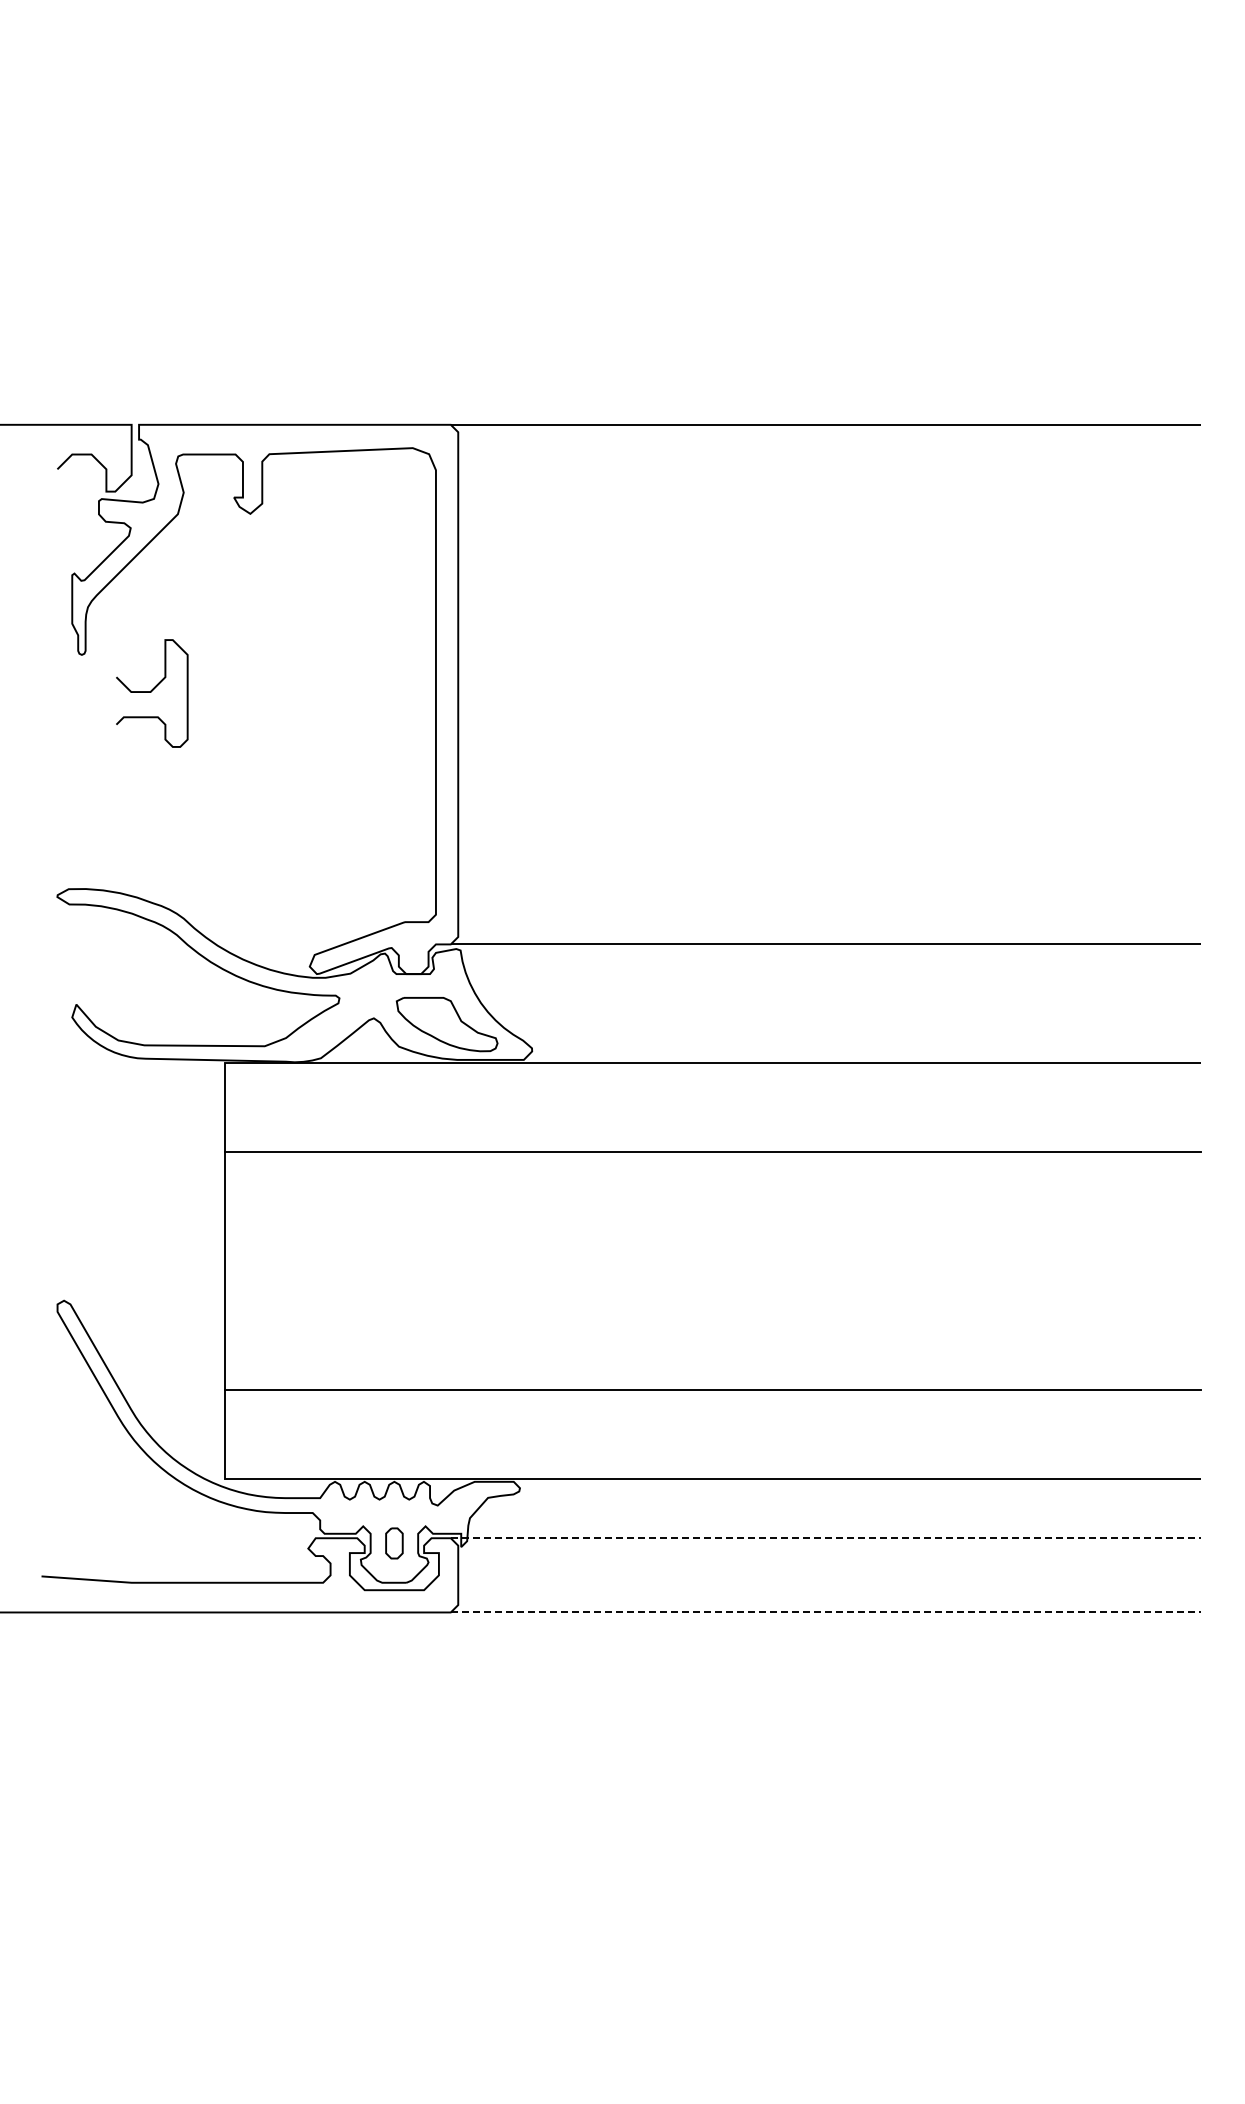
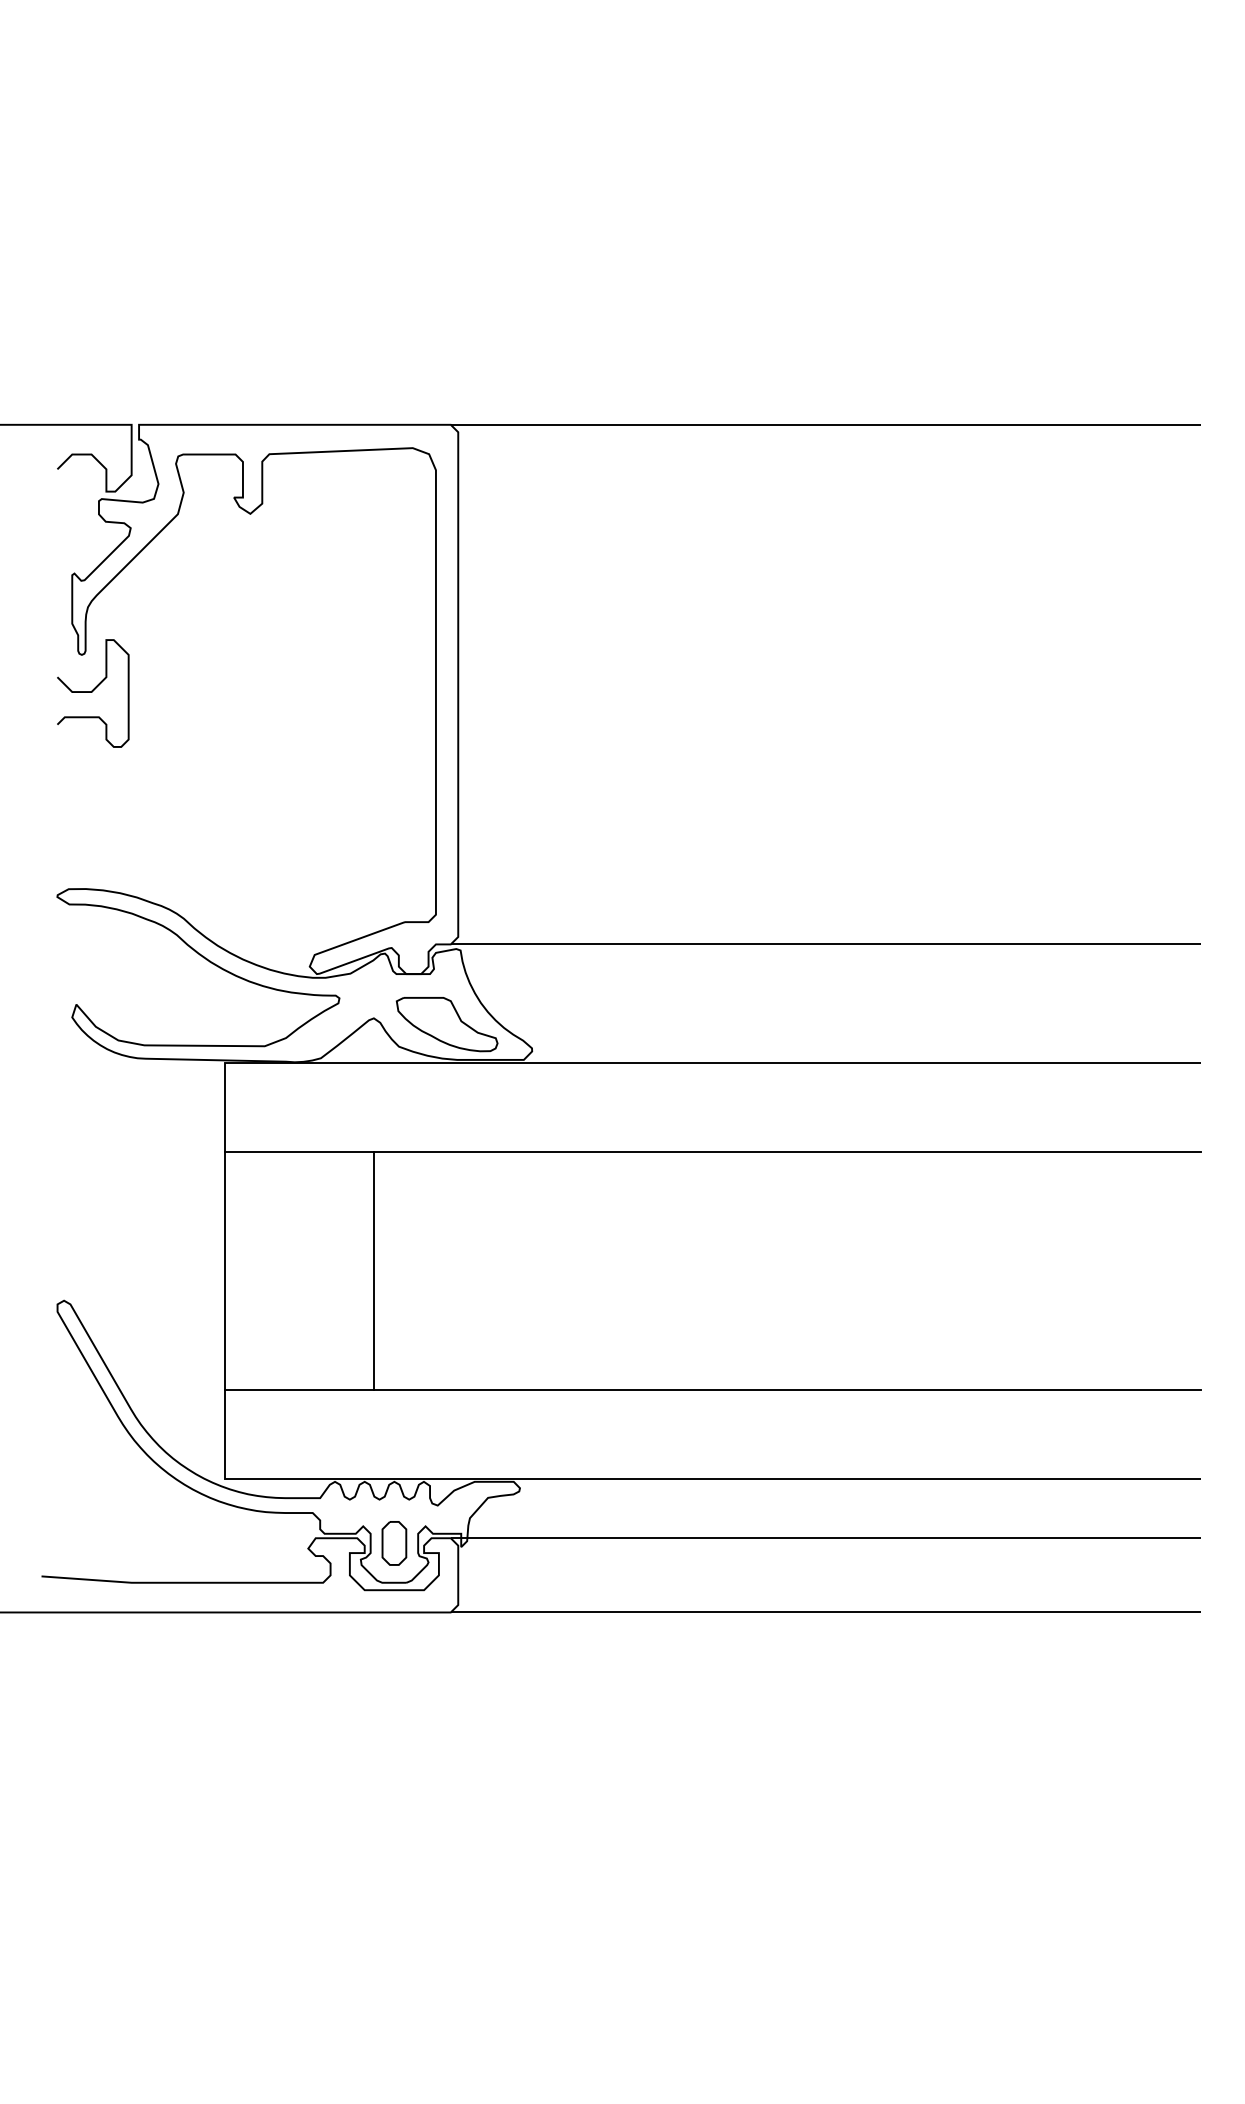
curve at (151, 692) position: (151, 692) -> (92, 692)
line at (373, 1270): none -> present
line at (825, 1538): dashed -> solid
part at (394, 1543) size: 19x33 px -> 27x45 px
line at (825, 1612): dashed -> solid
